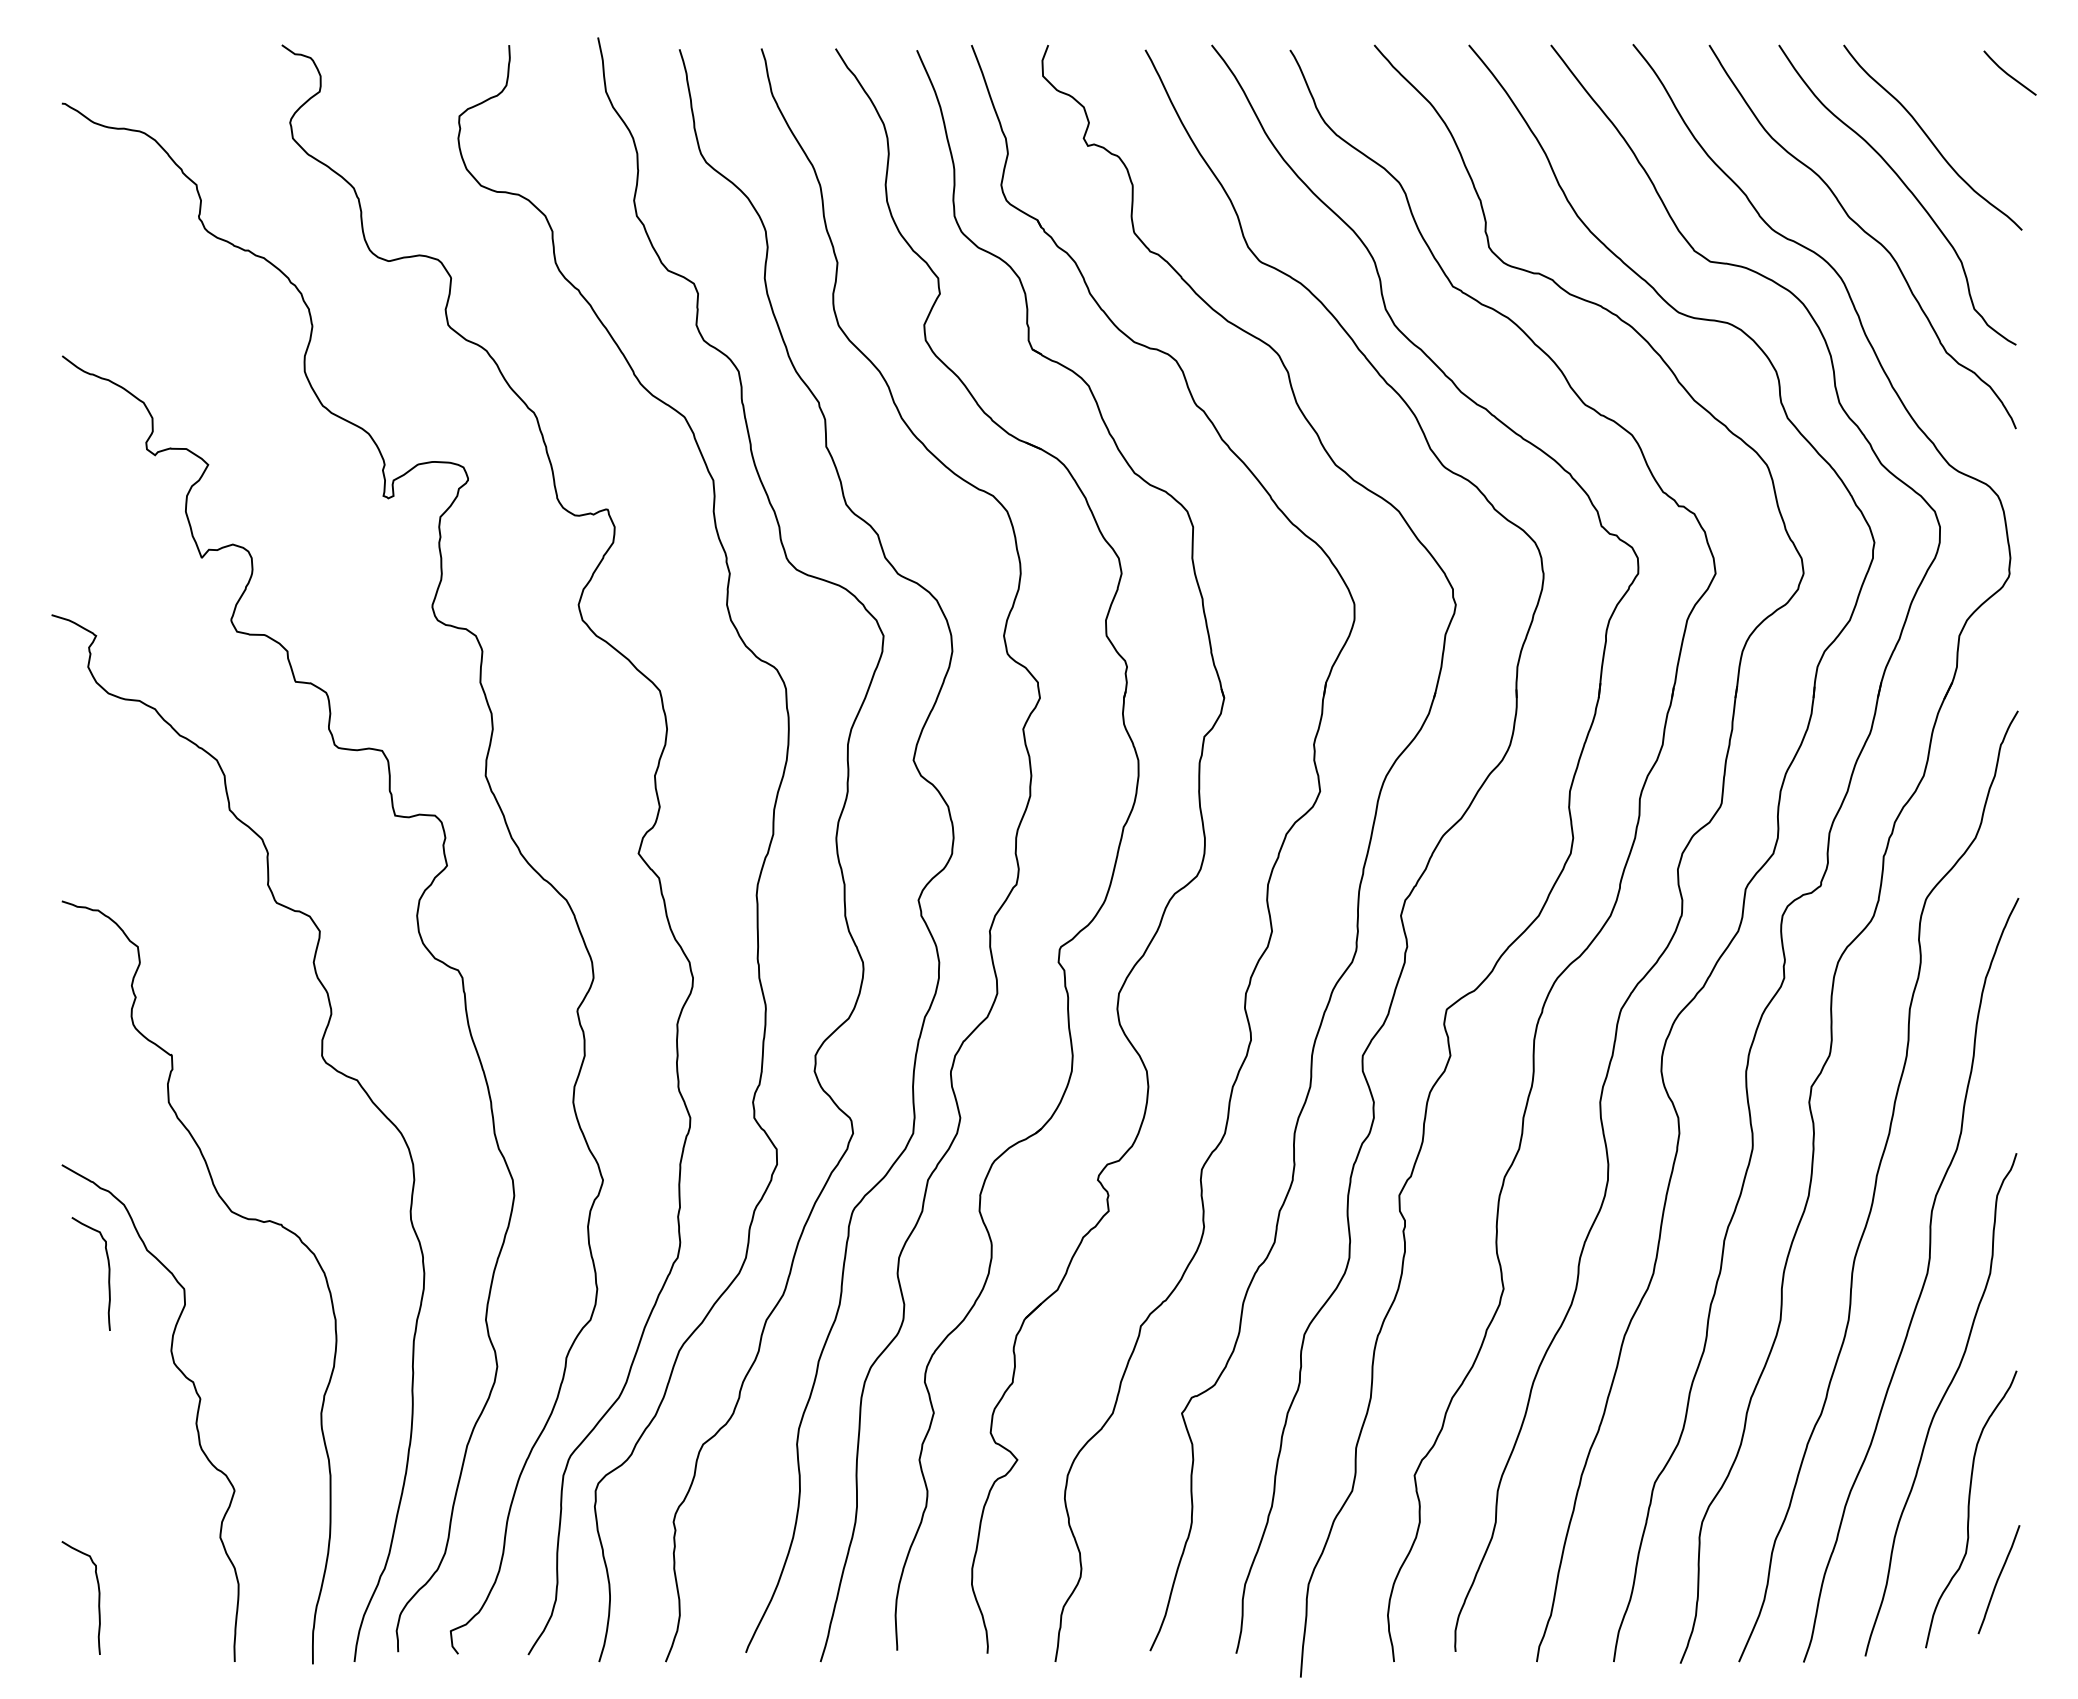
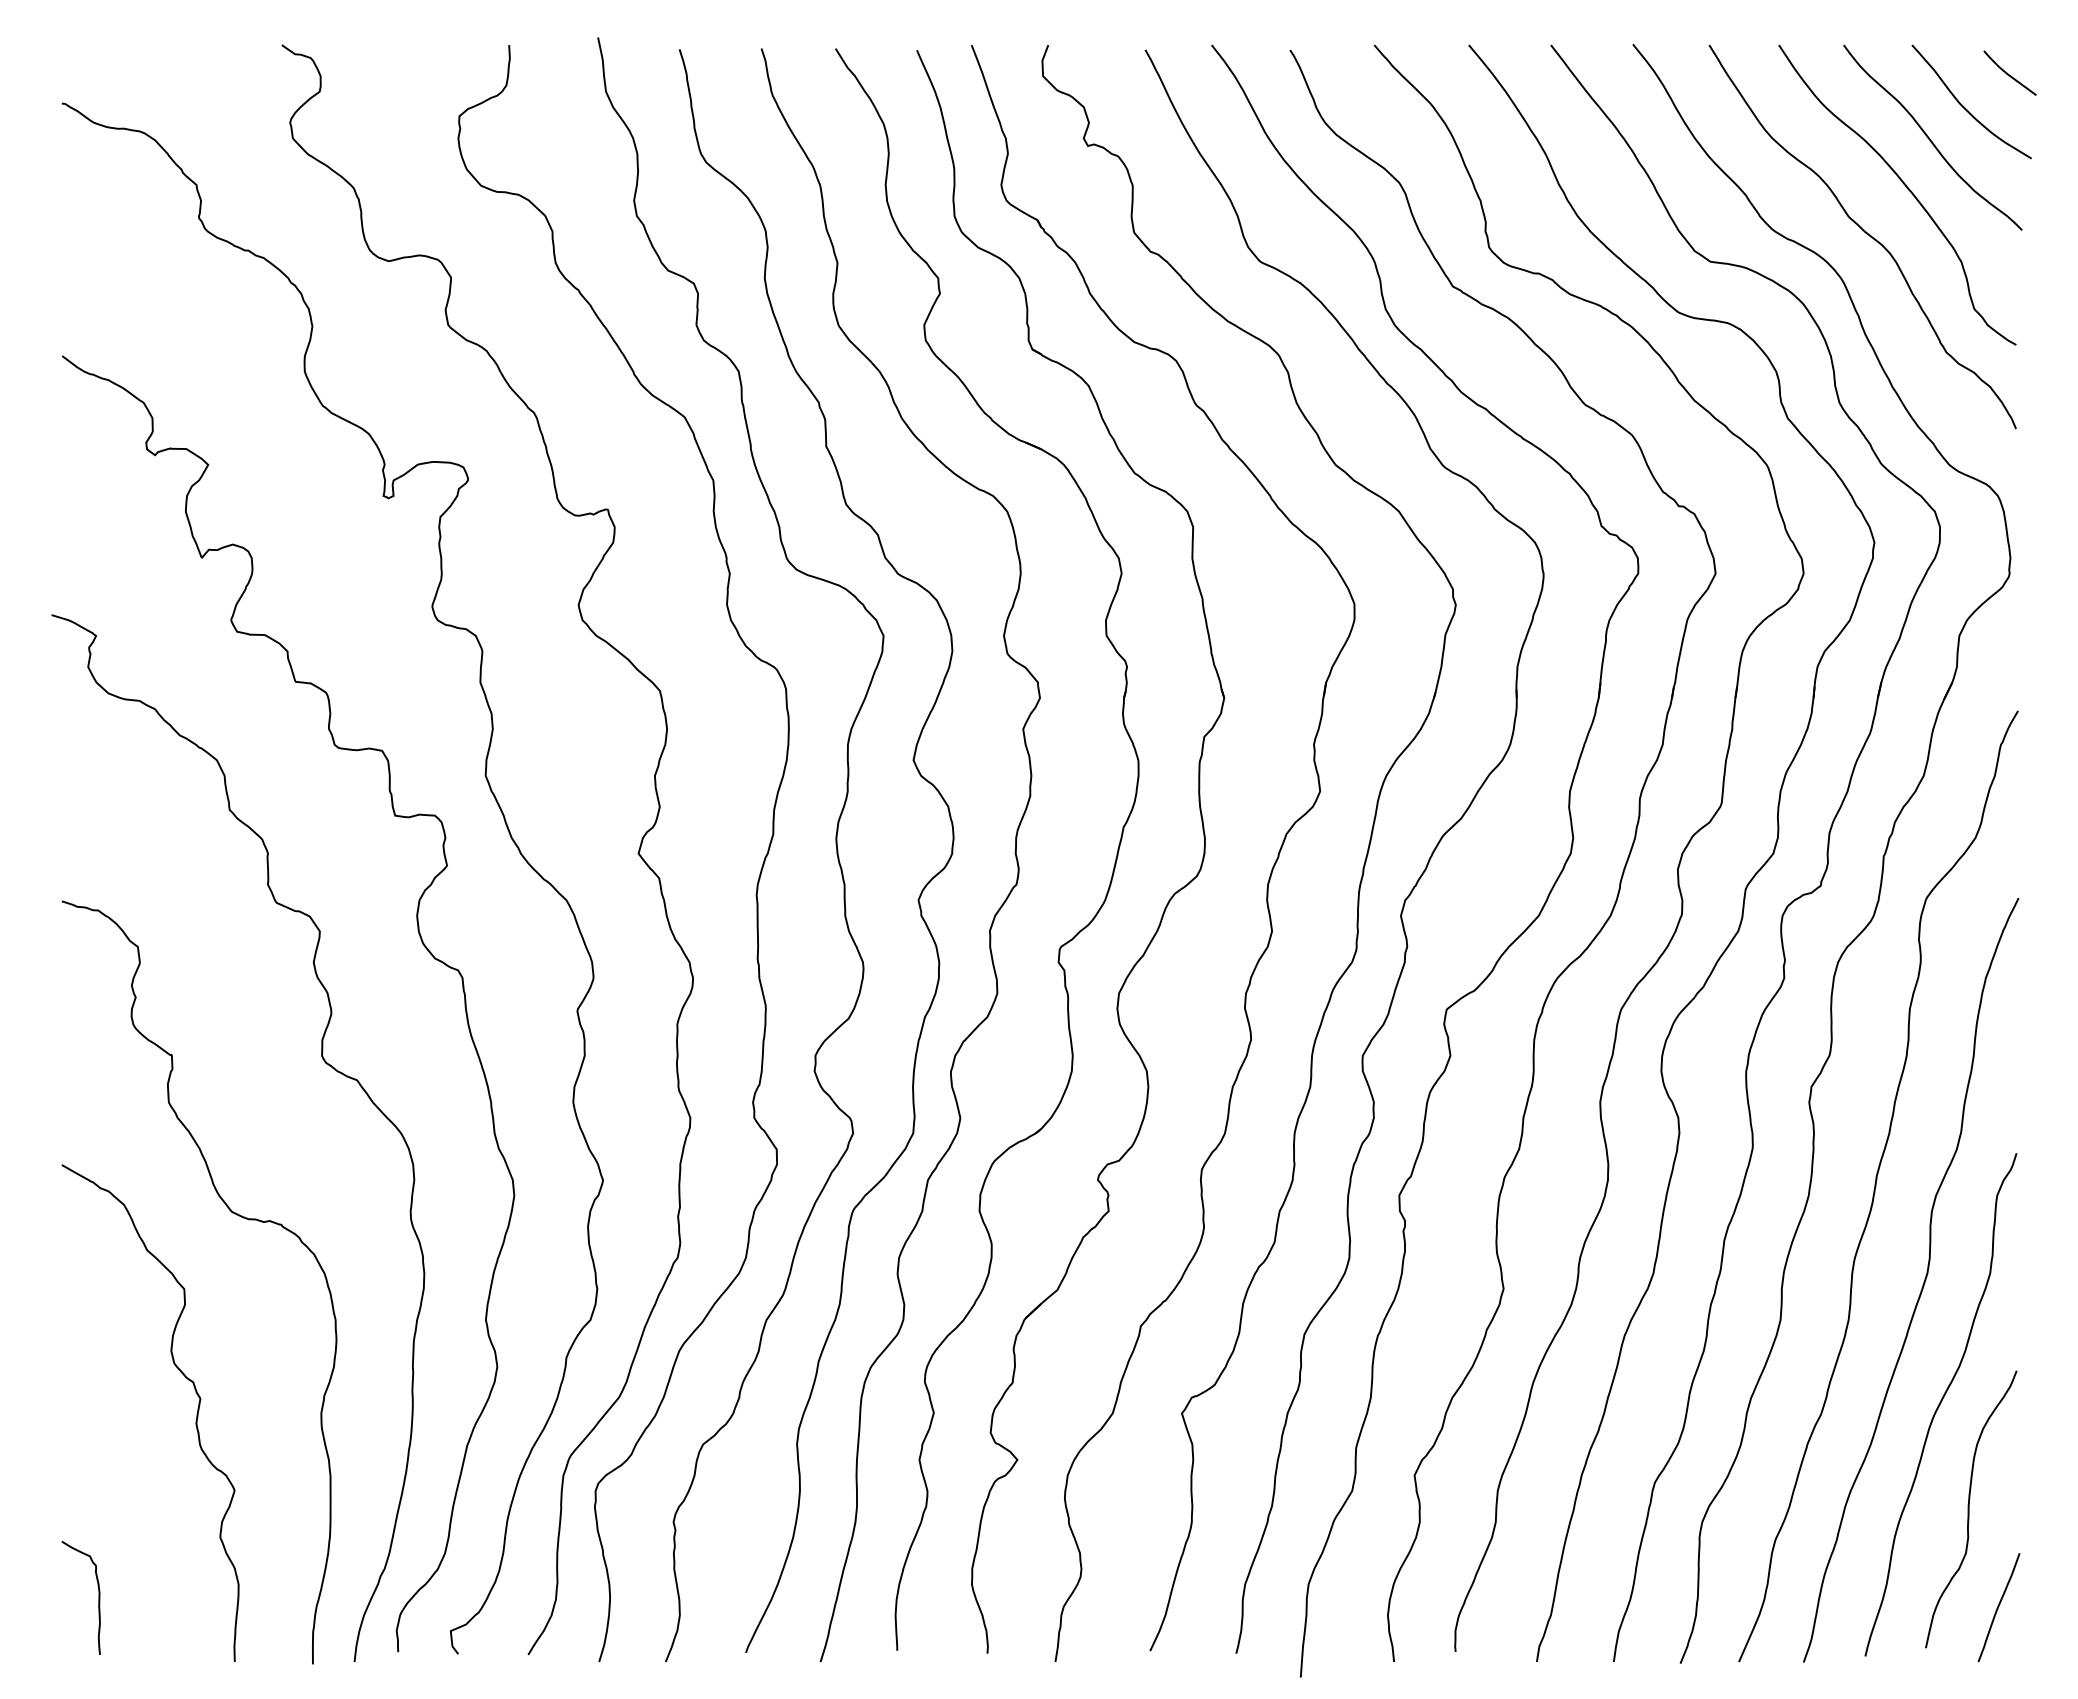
curve at (1965, 107): none -> present
curve at (108, 1273): present -> none
curve at (1998, 1579) position: (1998, 1579) -> (1998, 1607)
